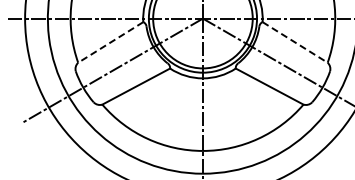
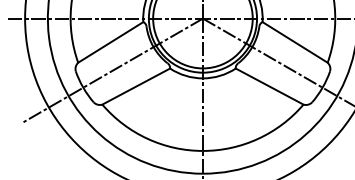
line at (110, 42): dashed -> solid
line at (295, 42): dashed -> solid
